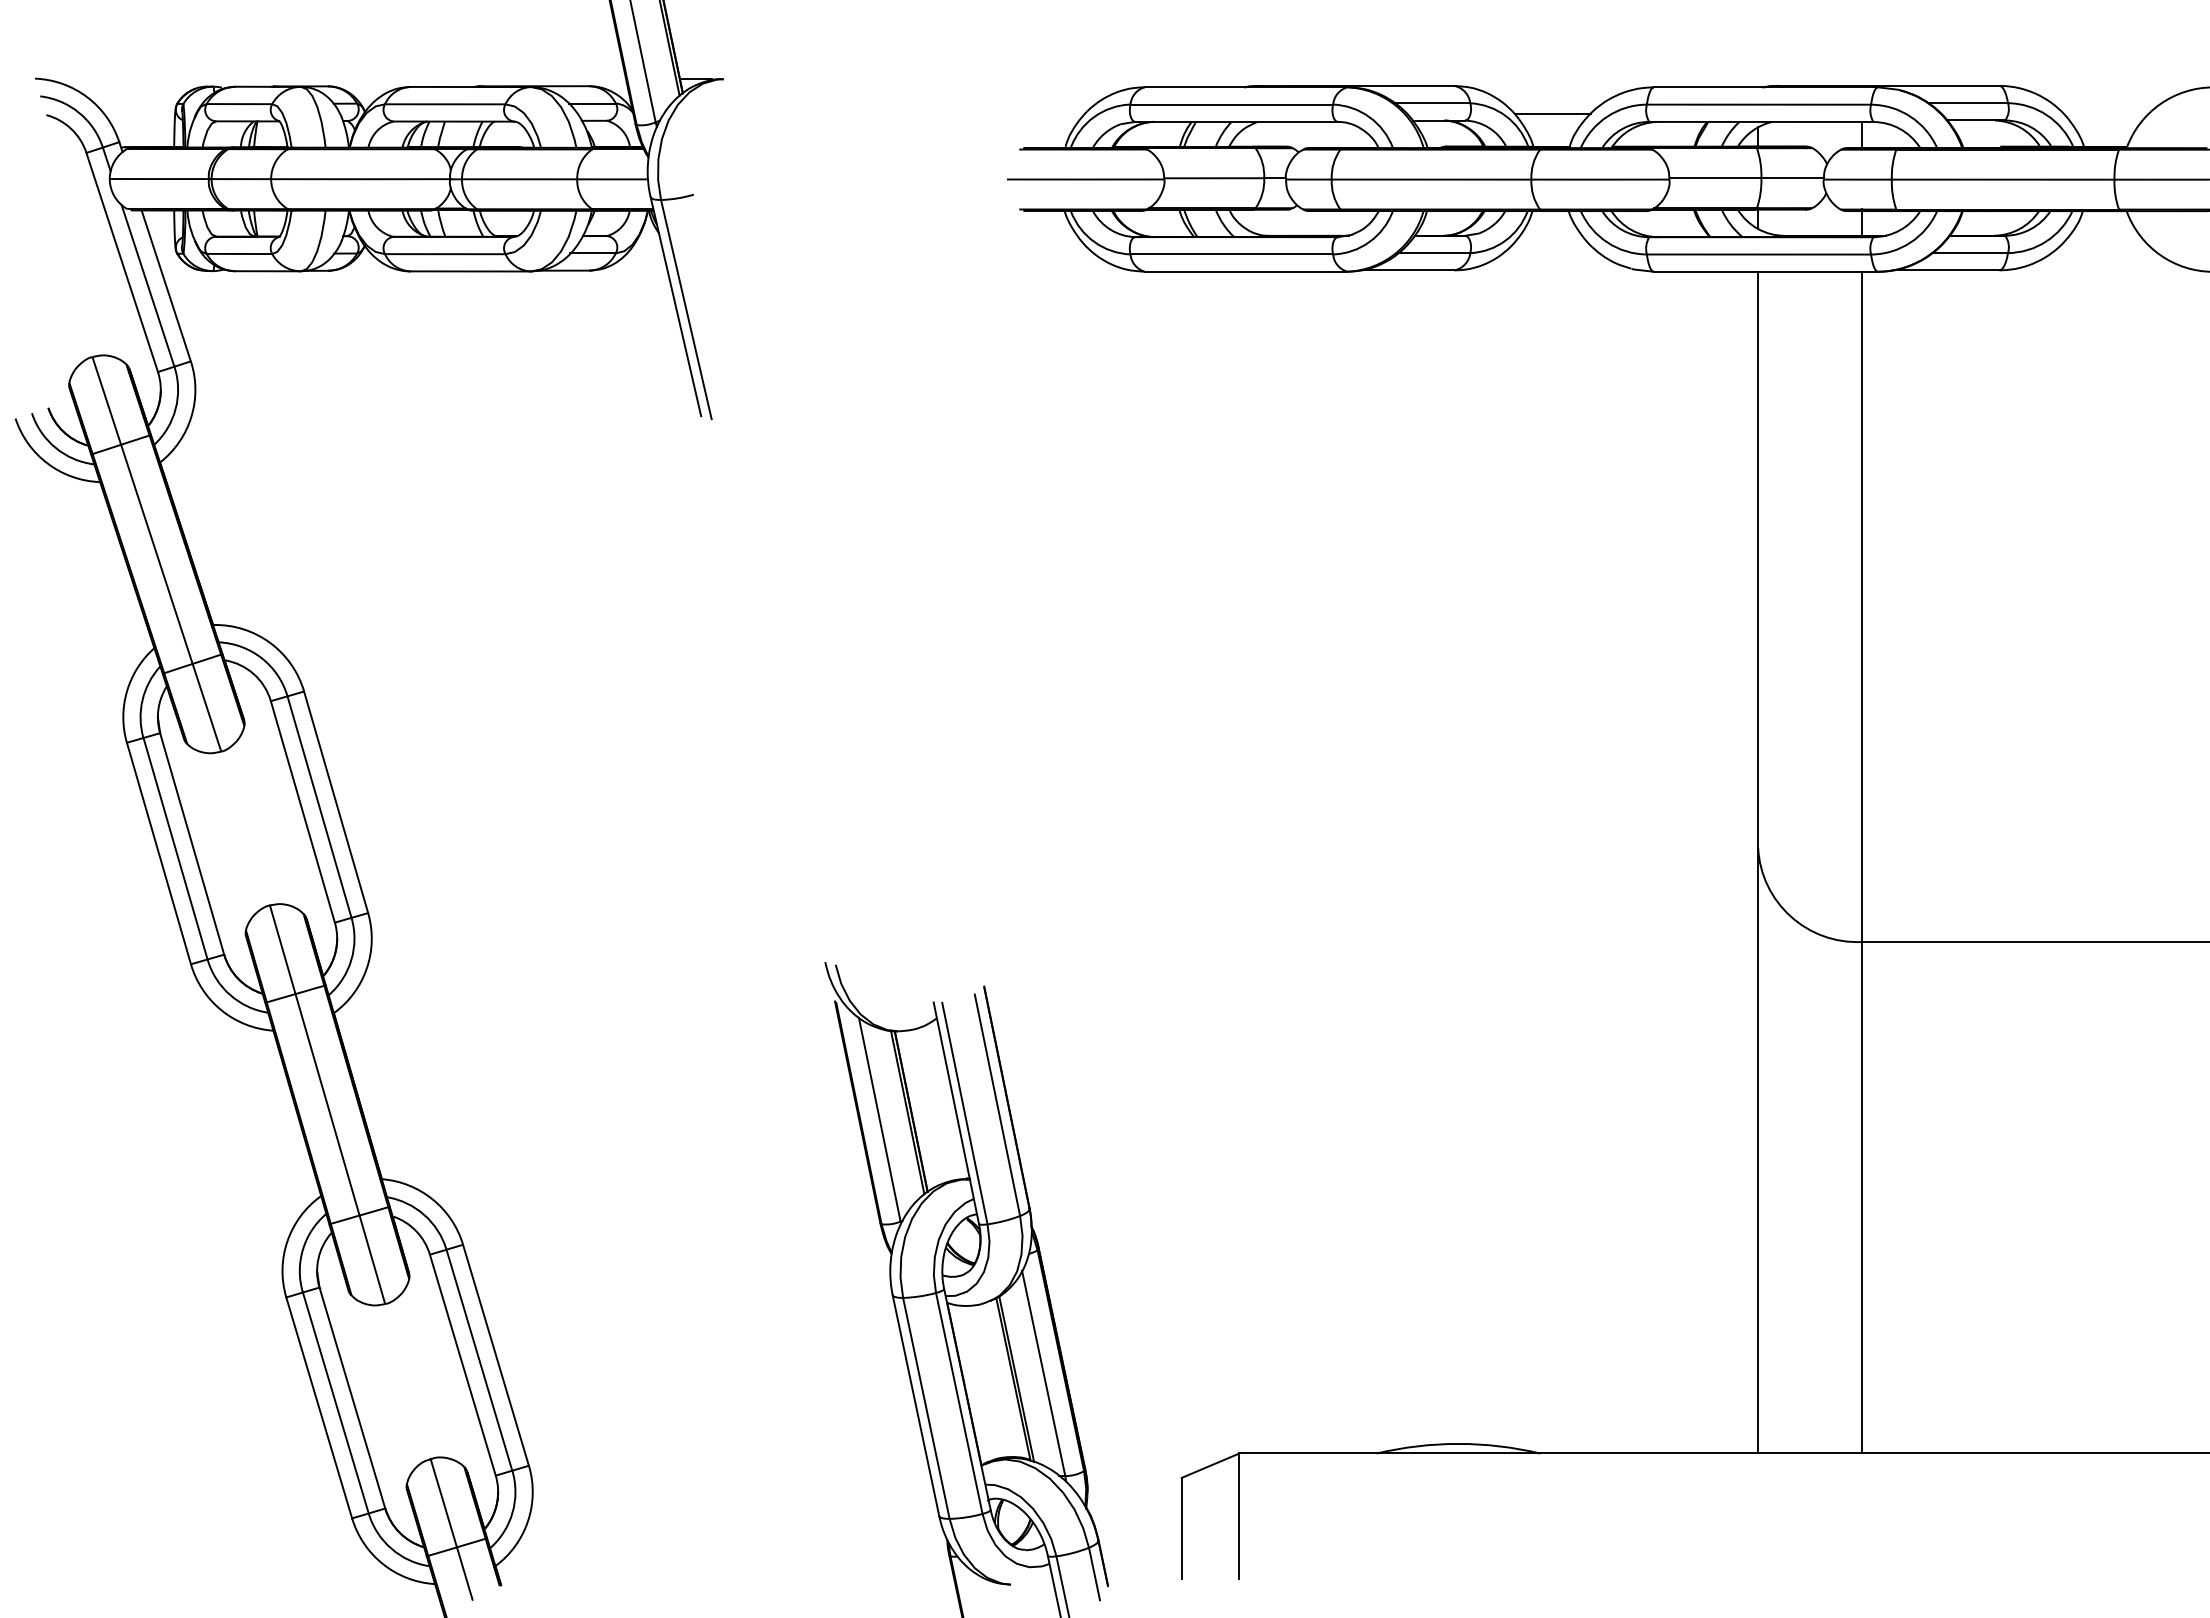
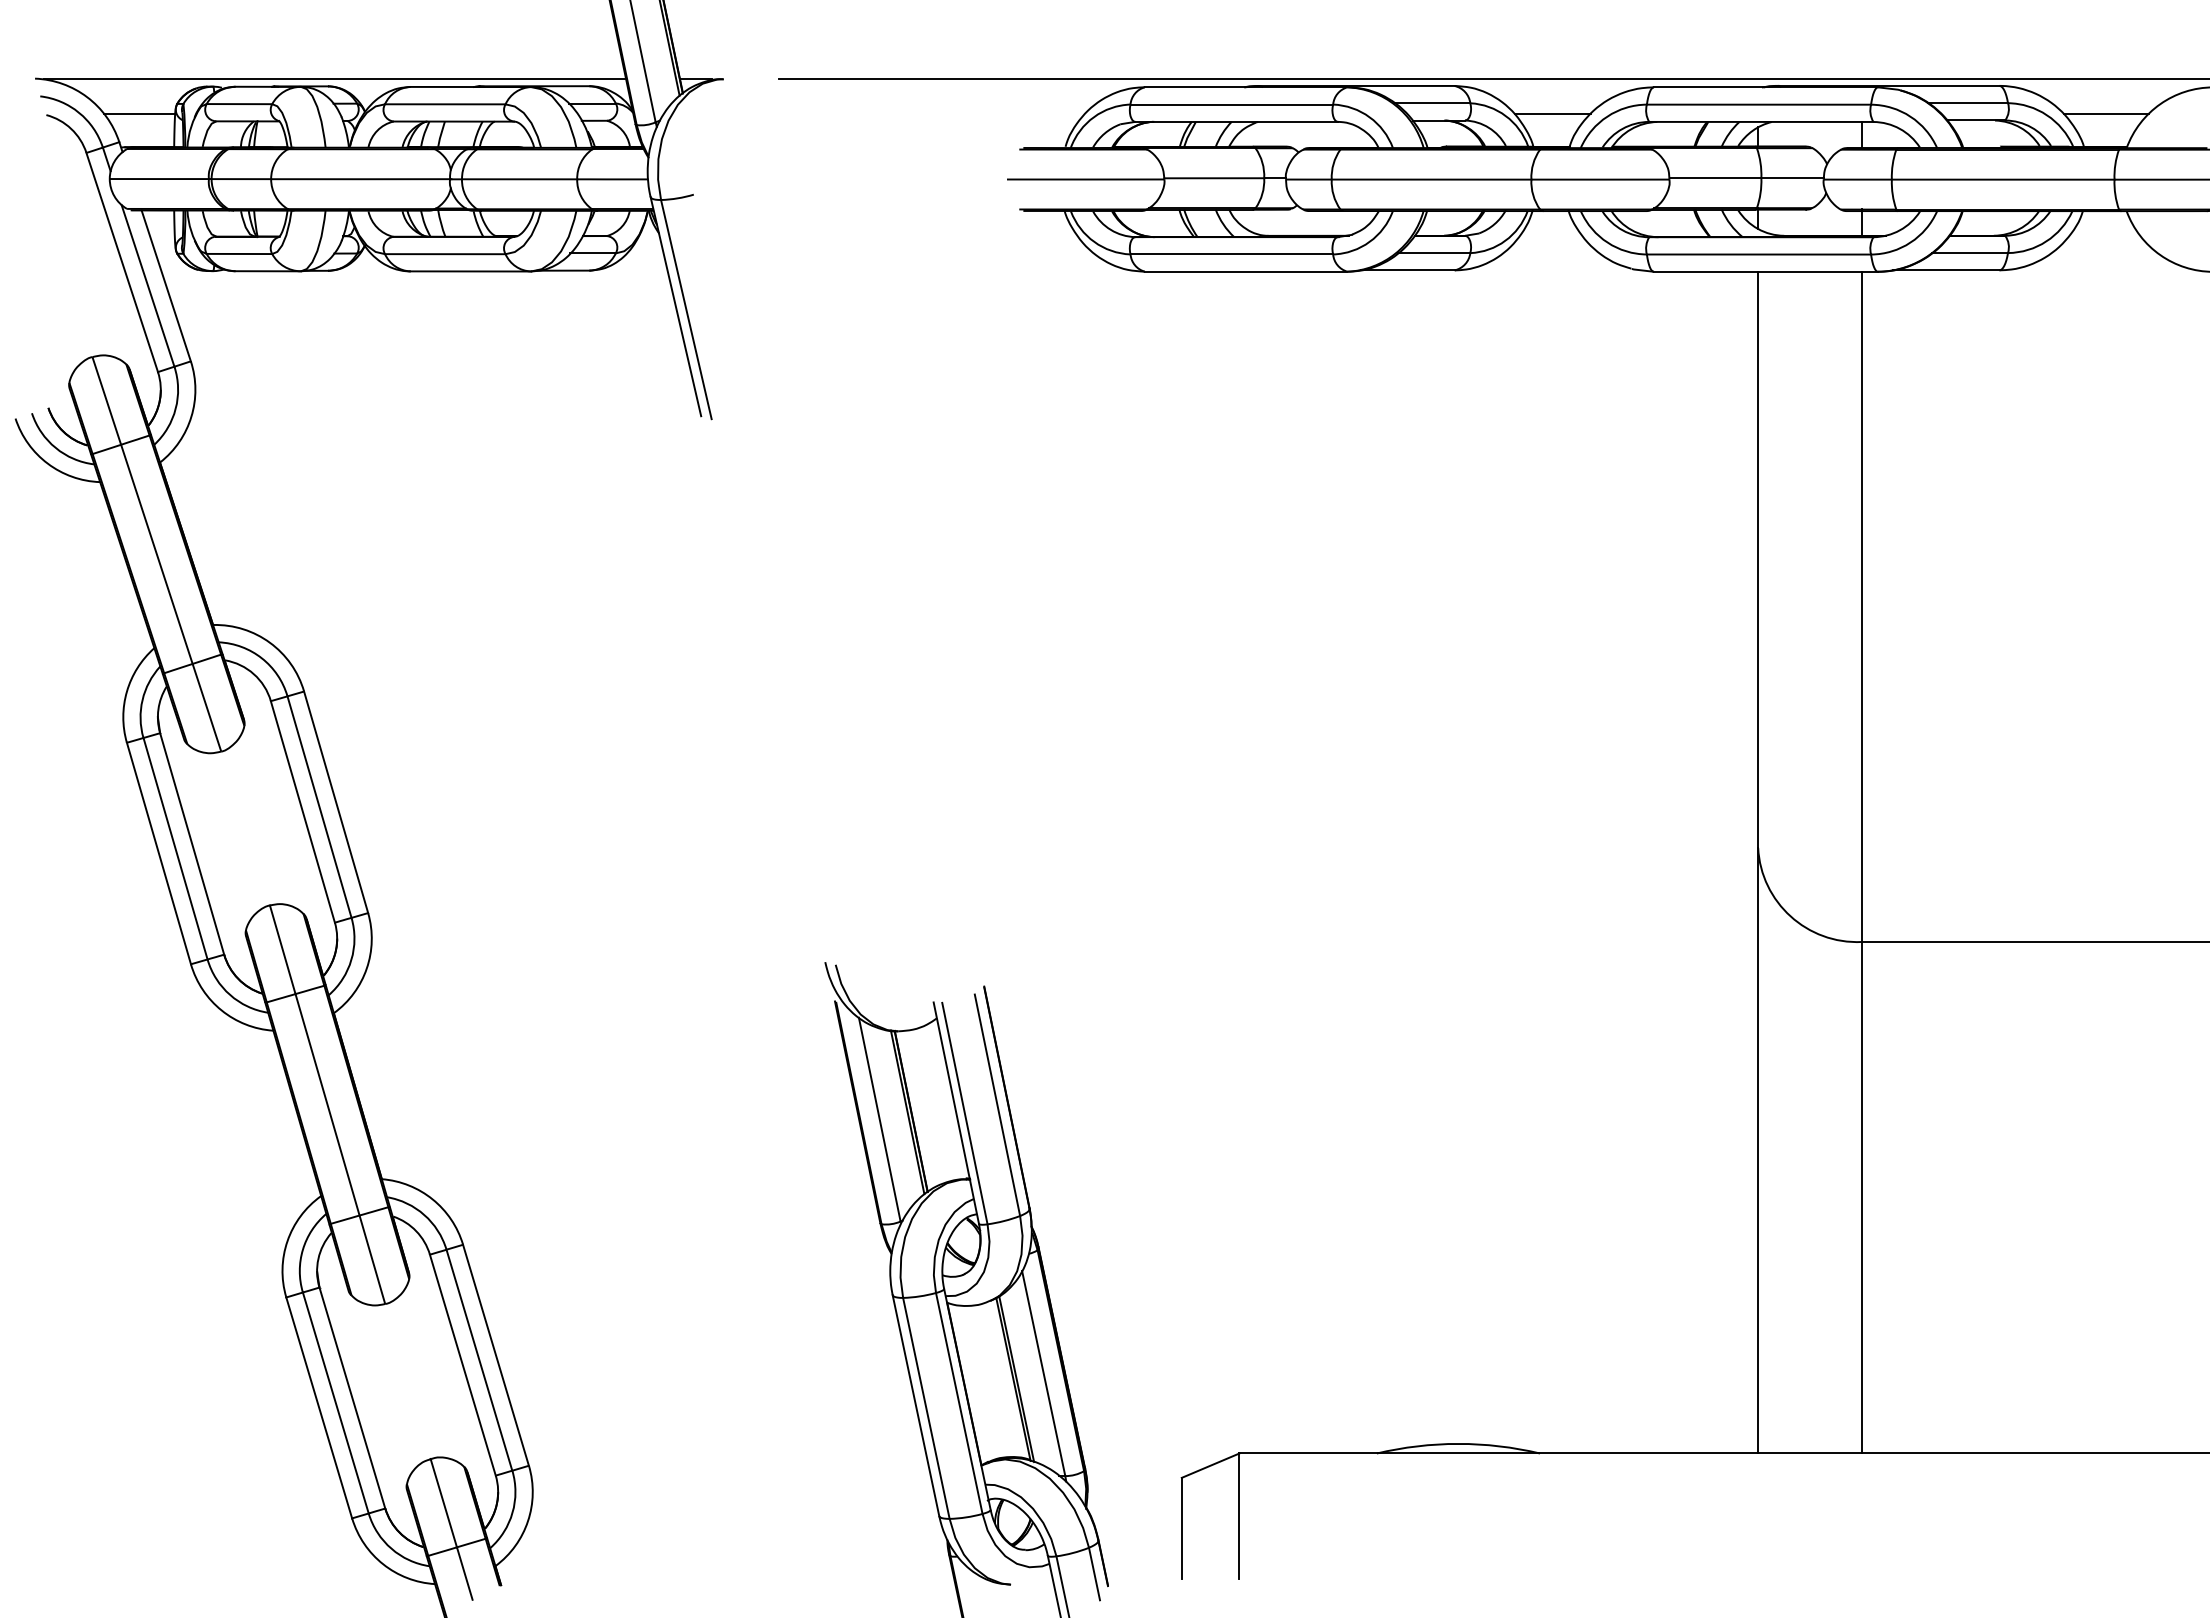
line at (334, 79): none -> present
line at (1492, 79): none -> present
line at (139, 113): none -> present
line at (2105, 113): none -> present
